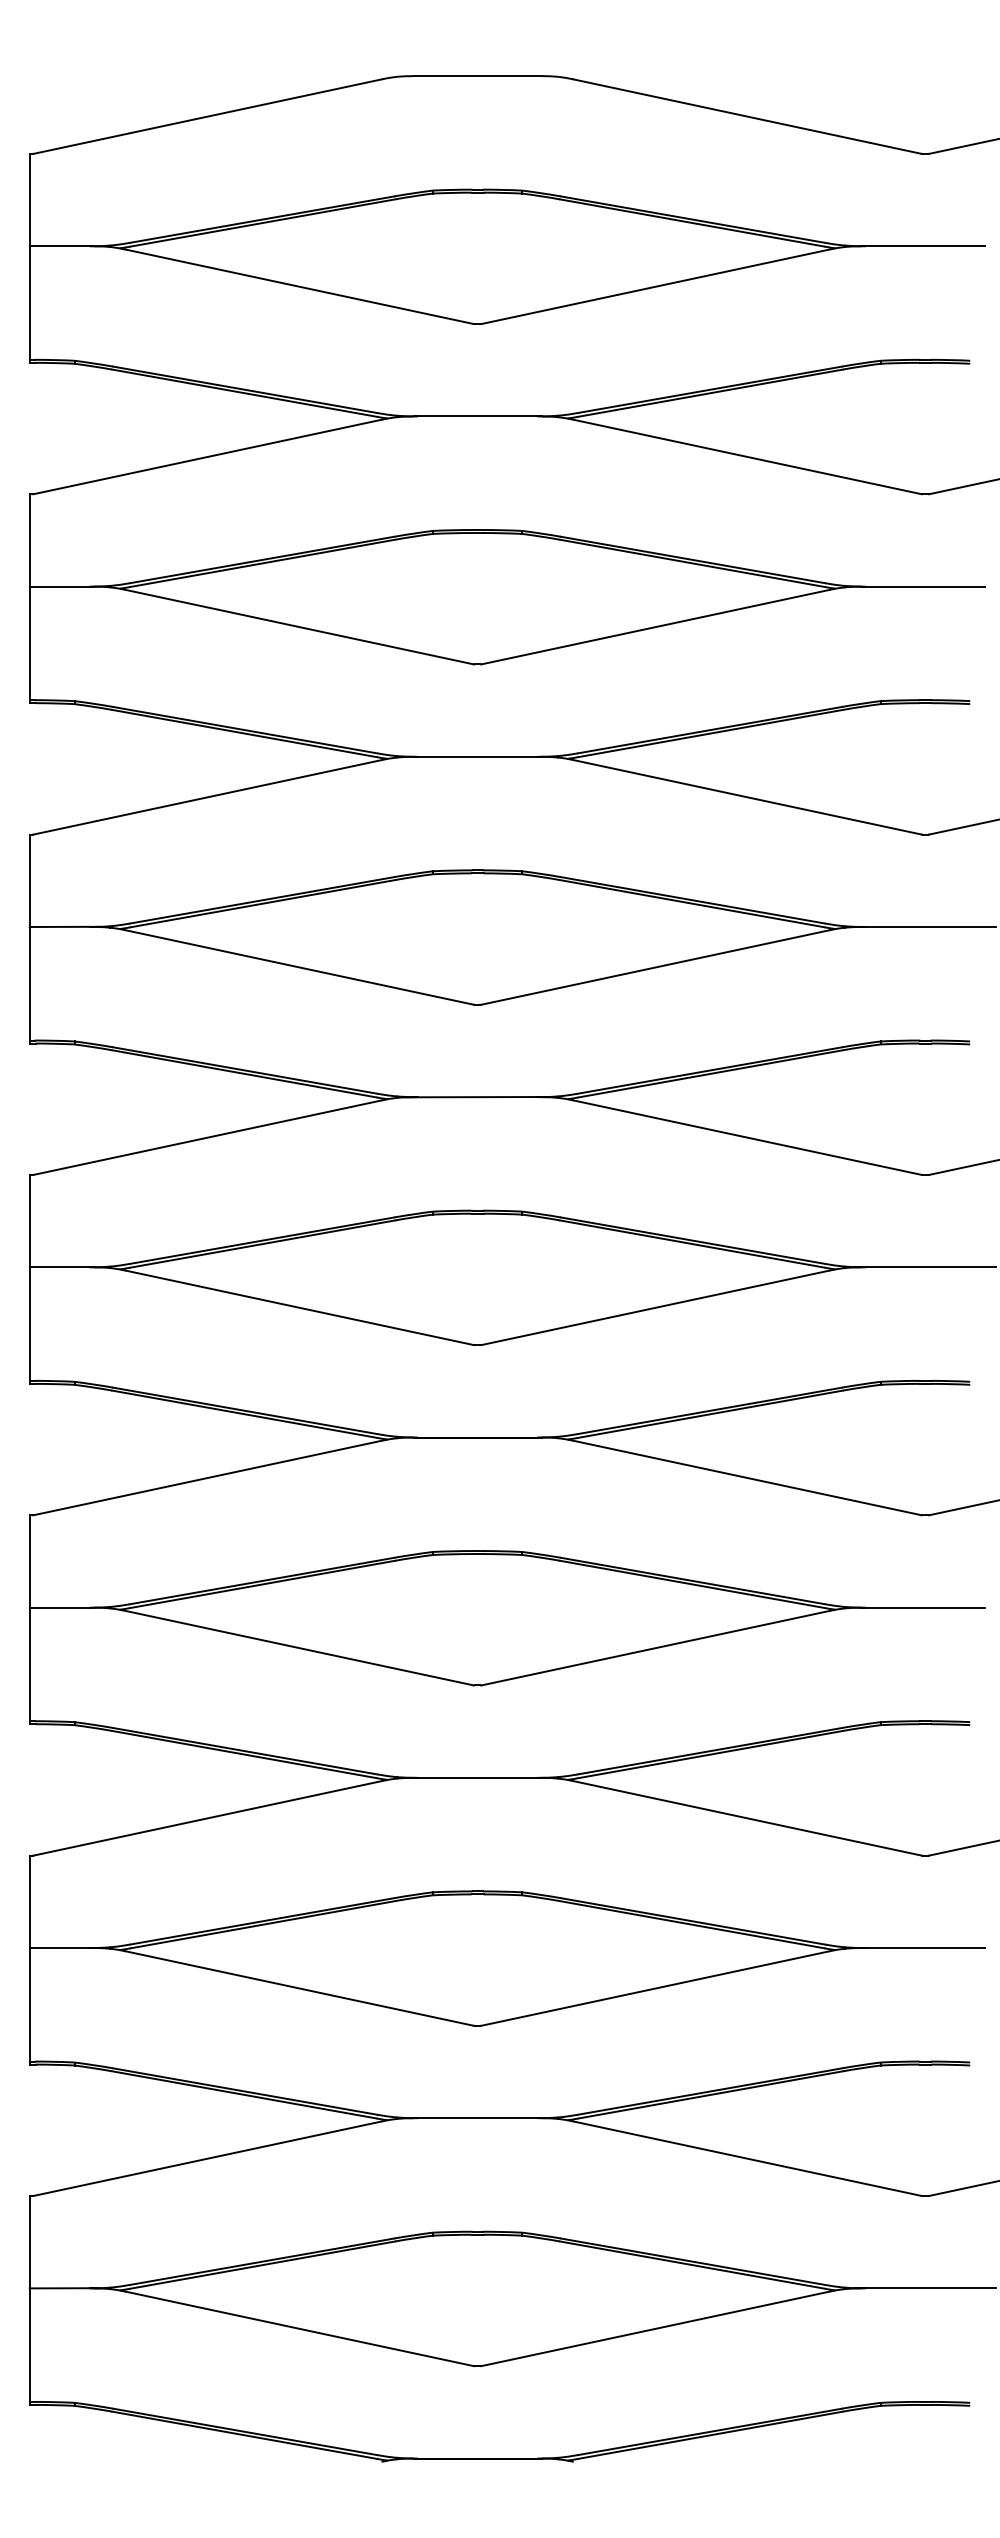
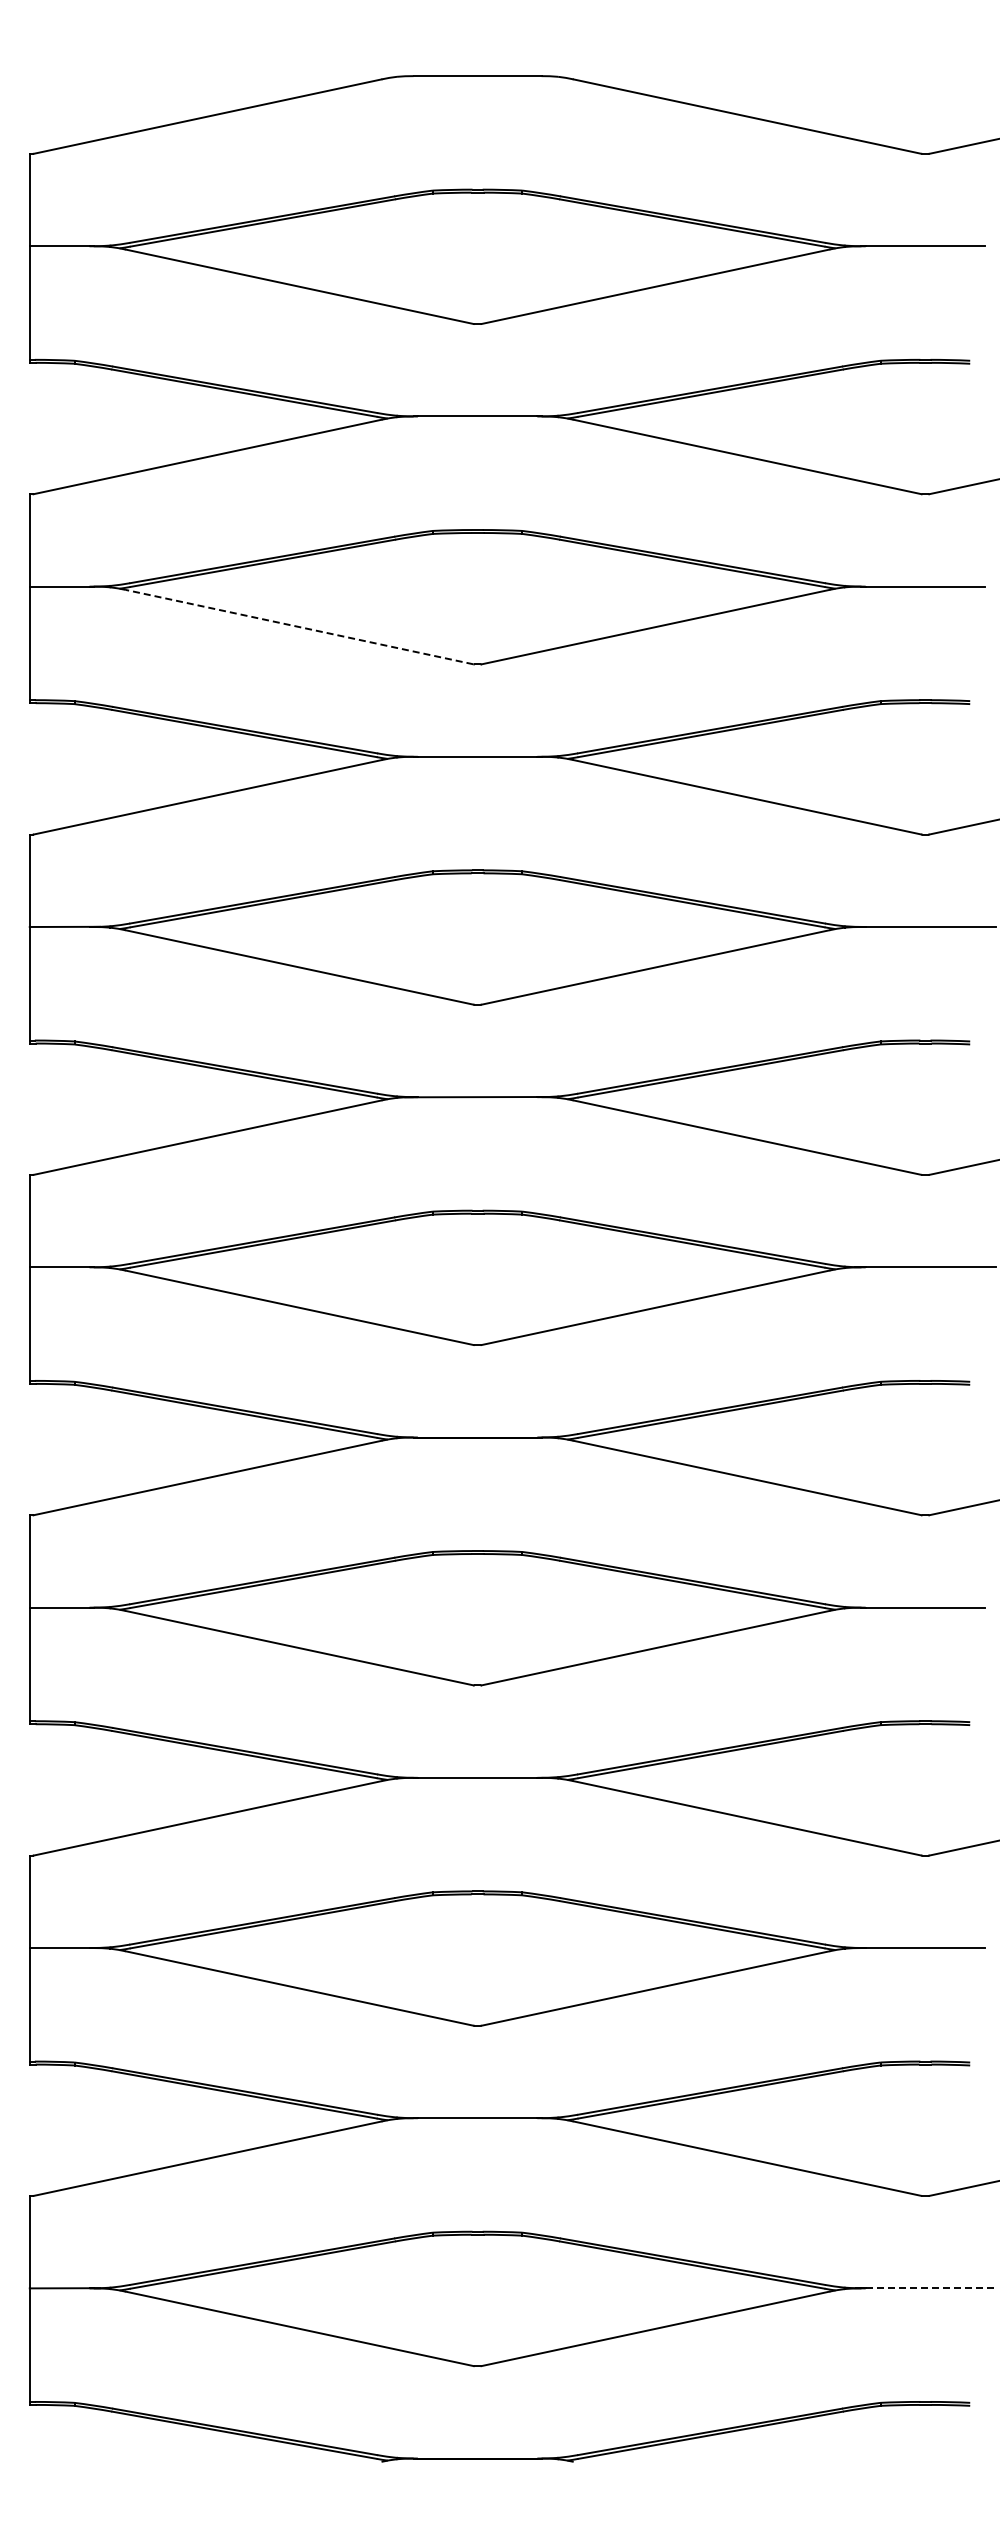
line at (299, 627): solid -> dashed
line at (925, 2288): solid -> dashed
